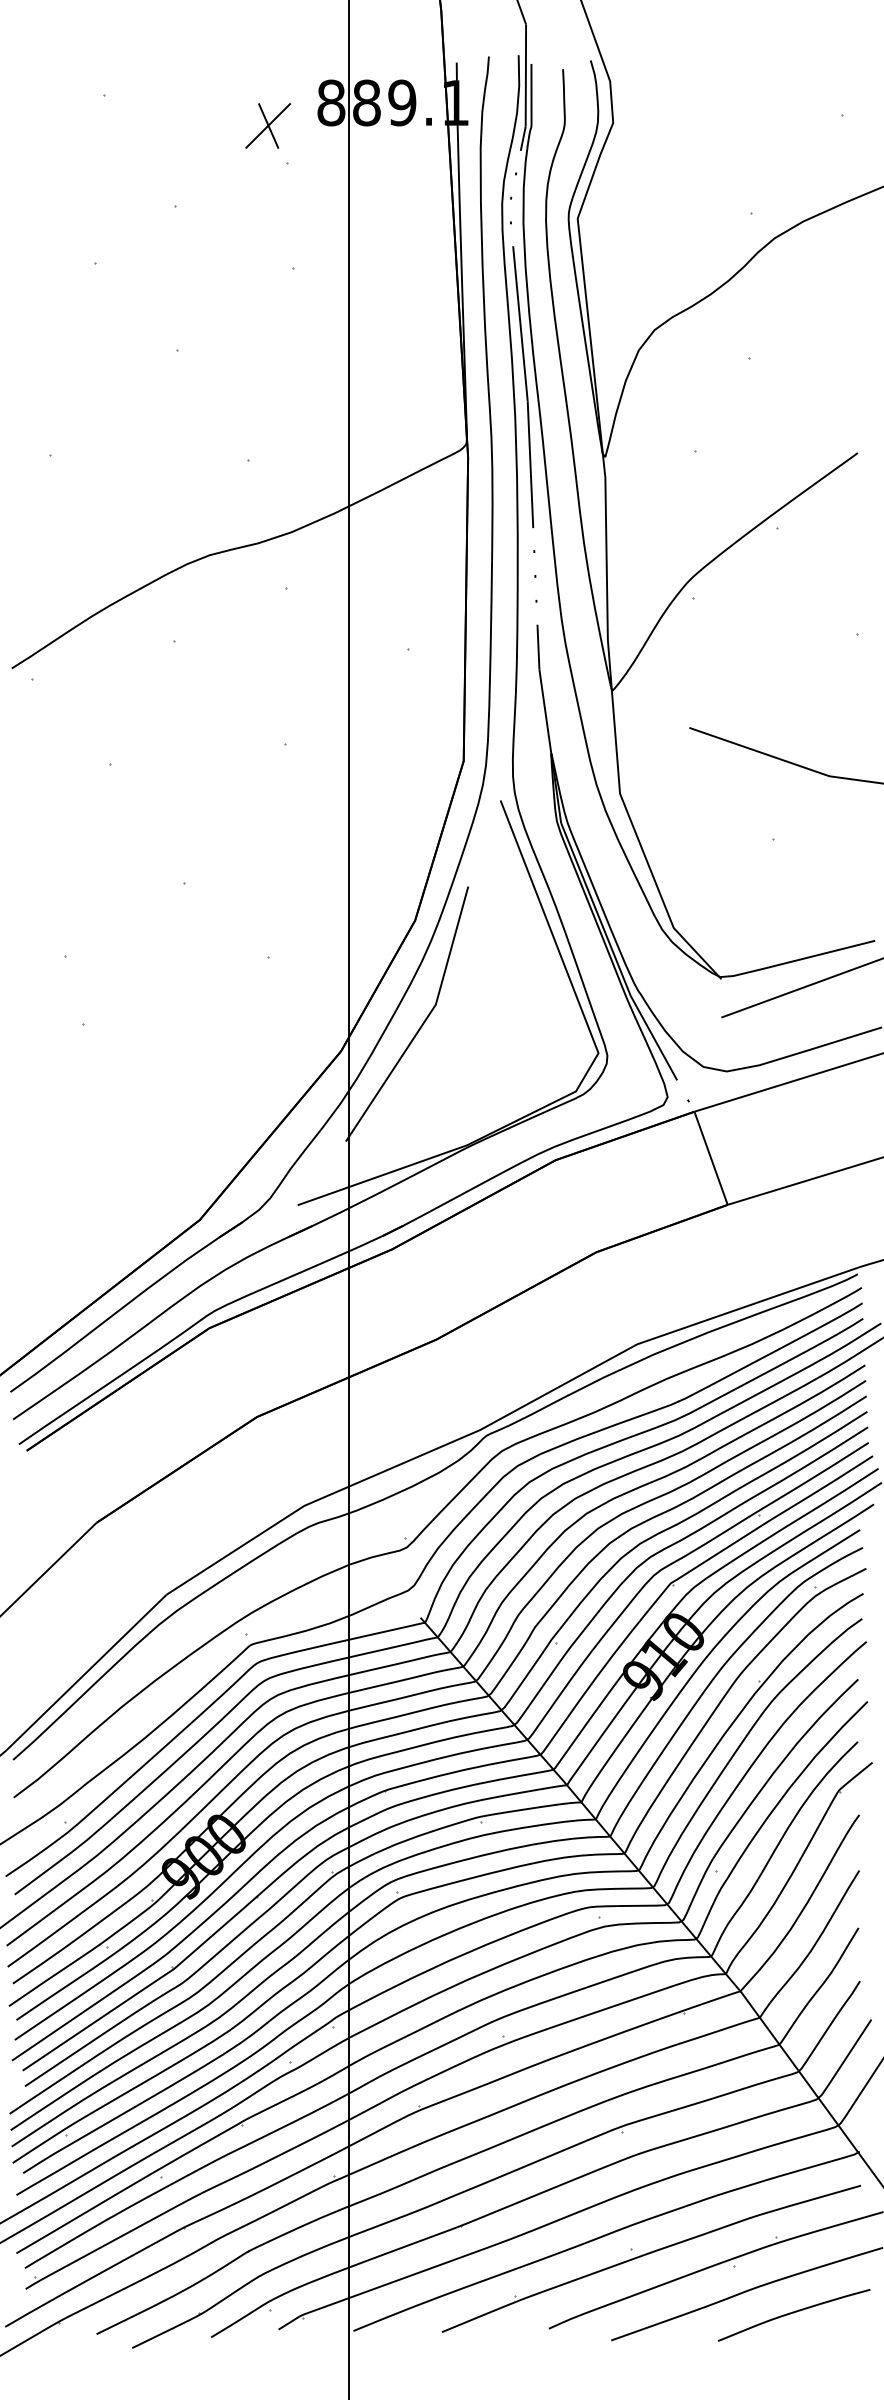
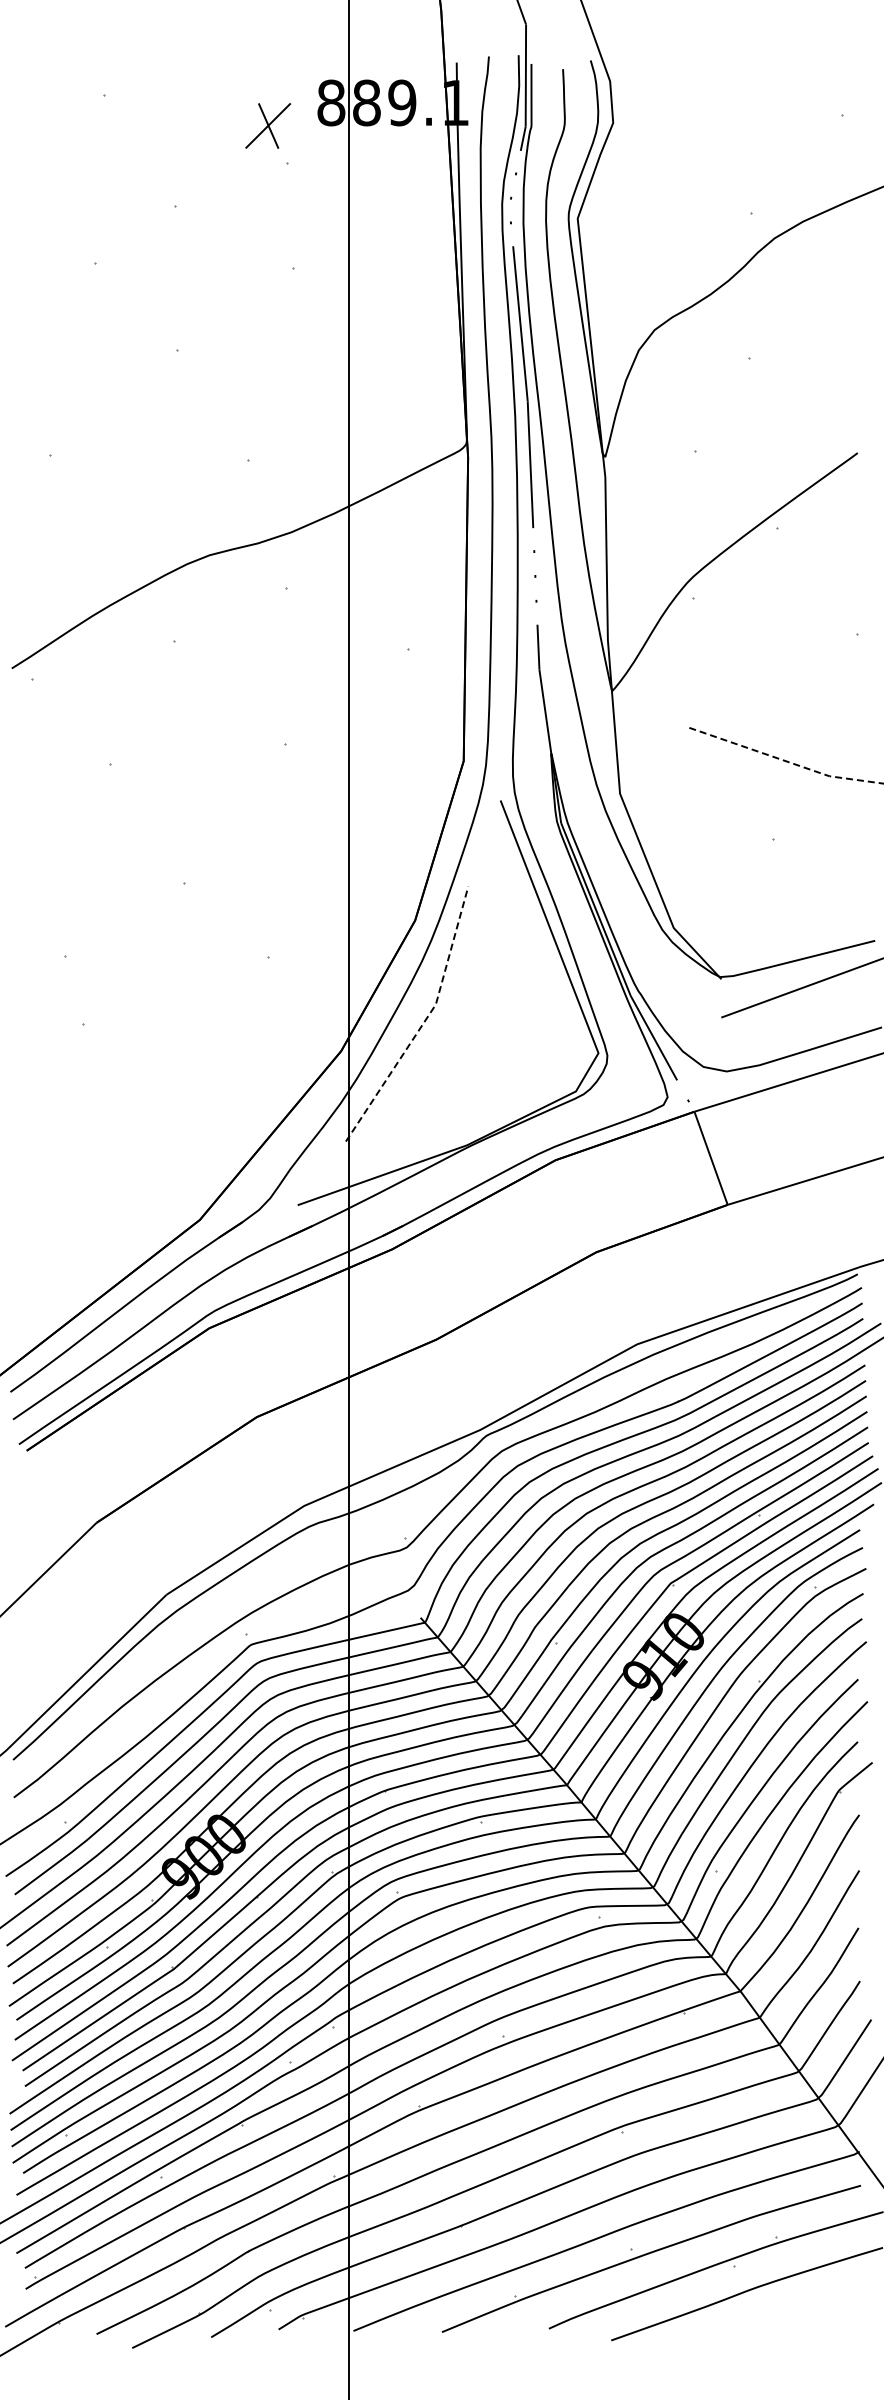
line at (785, 761): solid -> dashed
line at (424, 1021): solid -> dashed
curve at (793, 2313): present -> none
